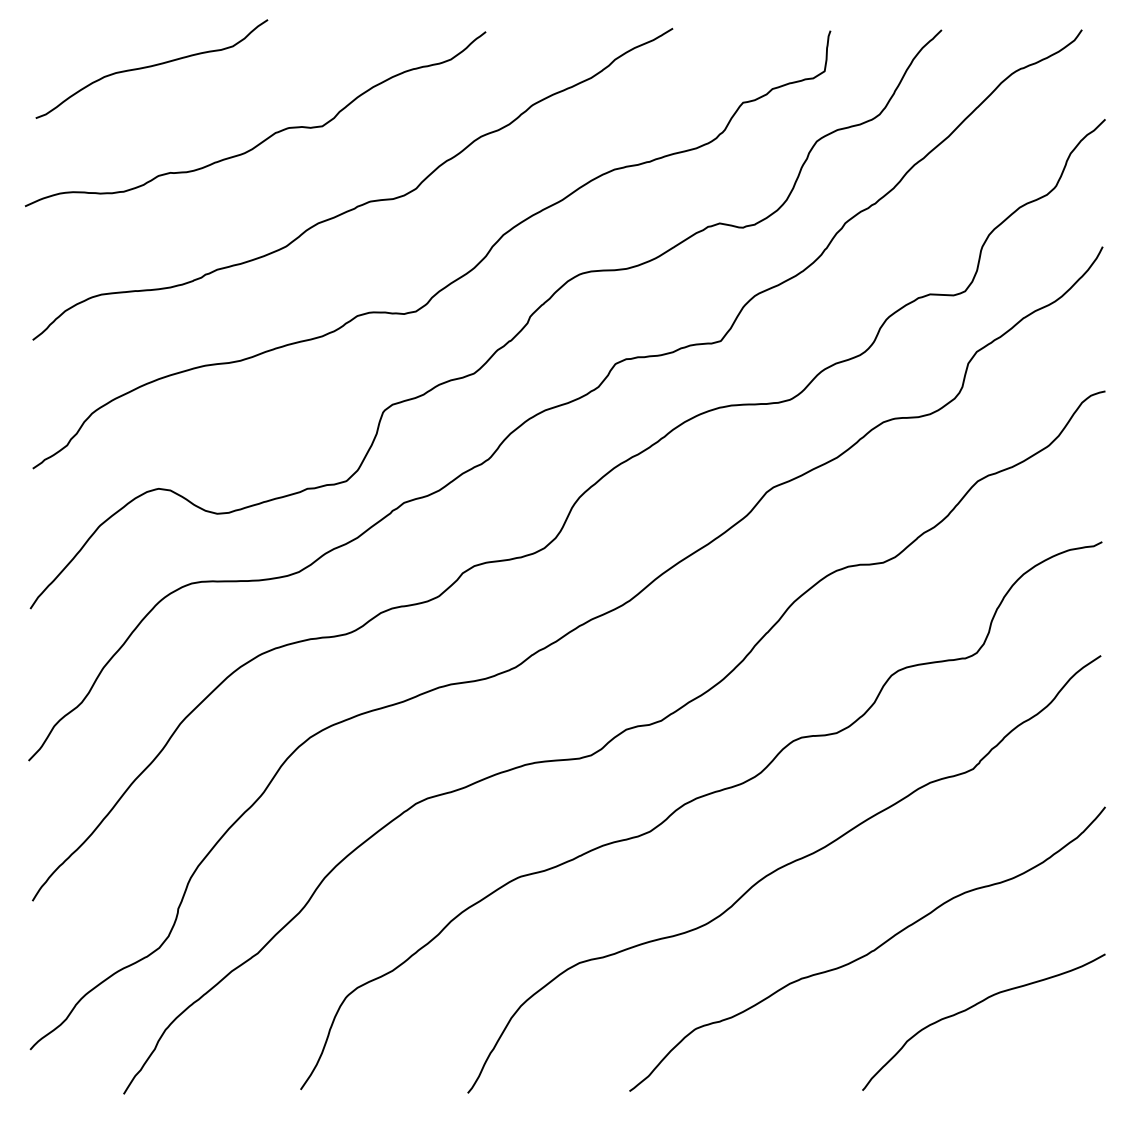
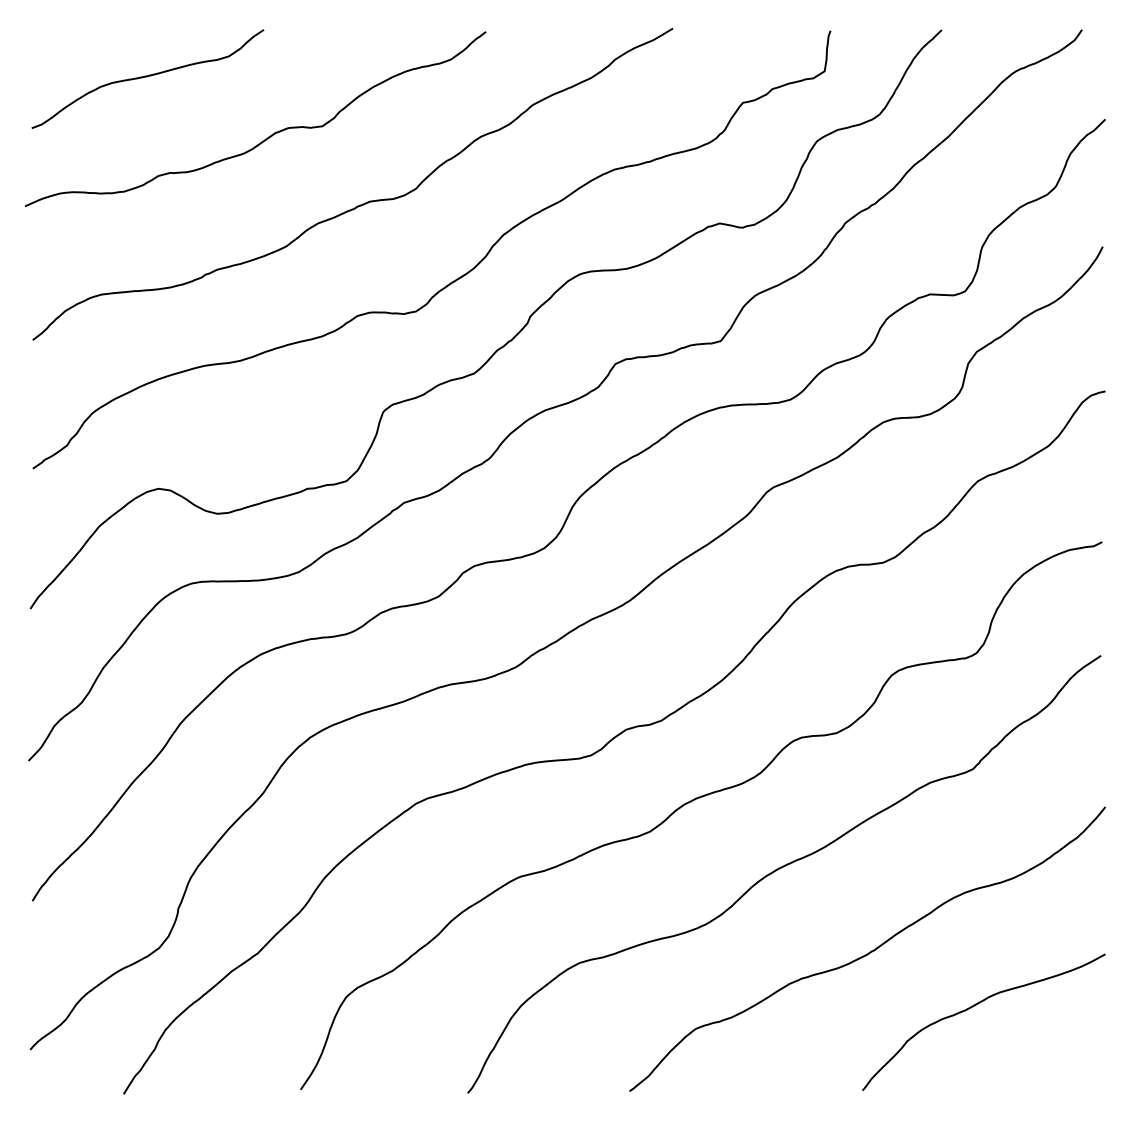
curve at (151, 67) position: (151, 67) -> (147, 77)
